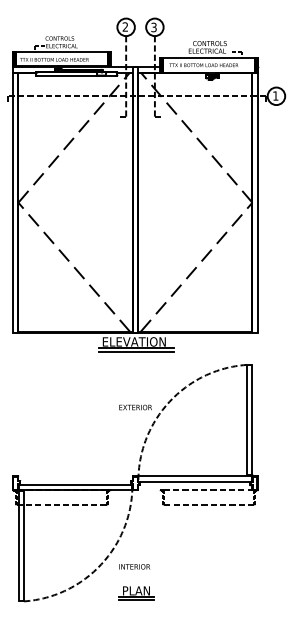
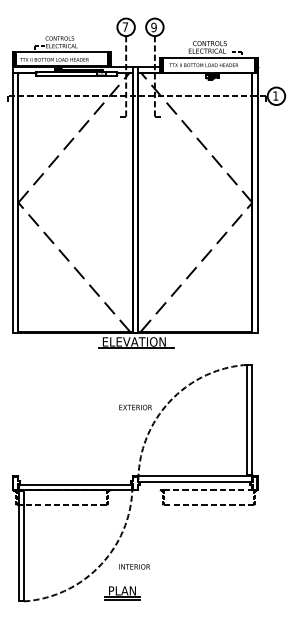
text at (125, 26): 2 -> 7
text at (153, 27): 3 -> 9
line at (135, 351): present -> none
part at (136, 593) position: (136, 593) -> (122, 593)
